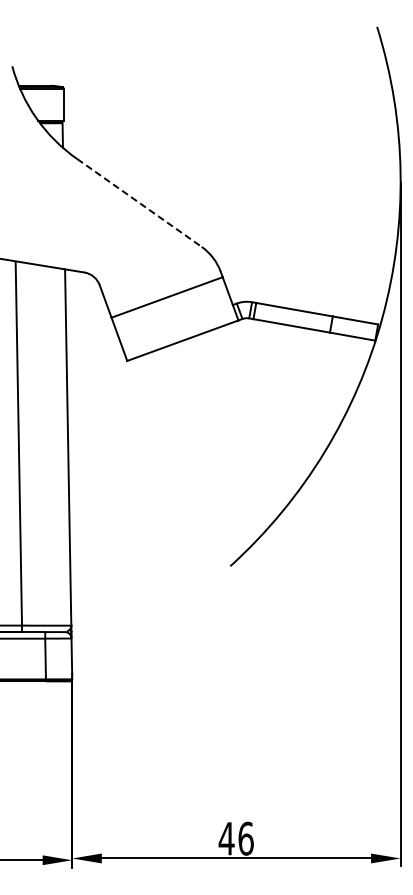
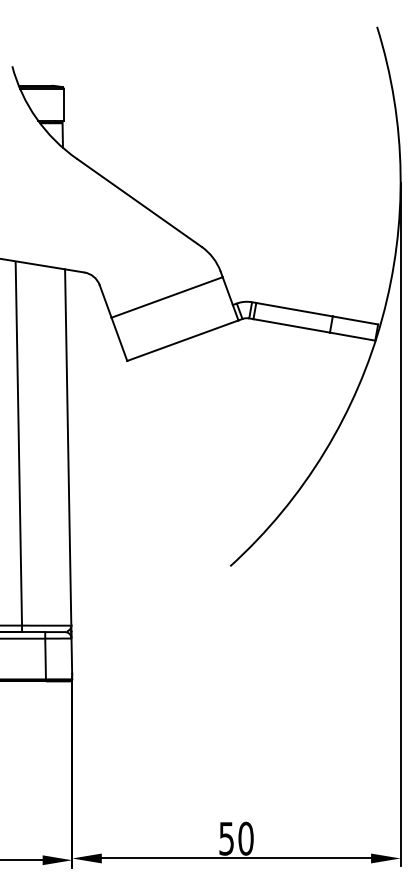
line at (139, 203): dashed -> solid
text at (235, 838): 46 -> 50
